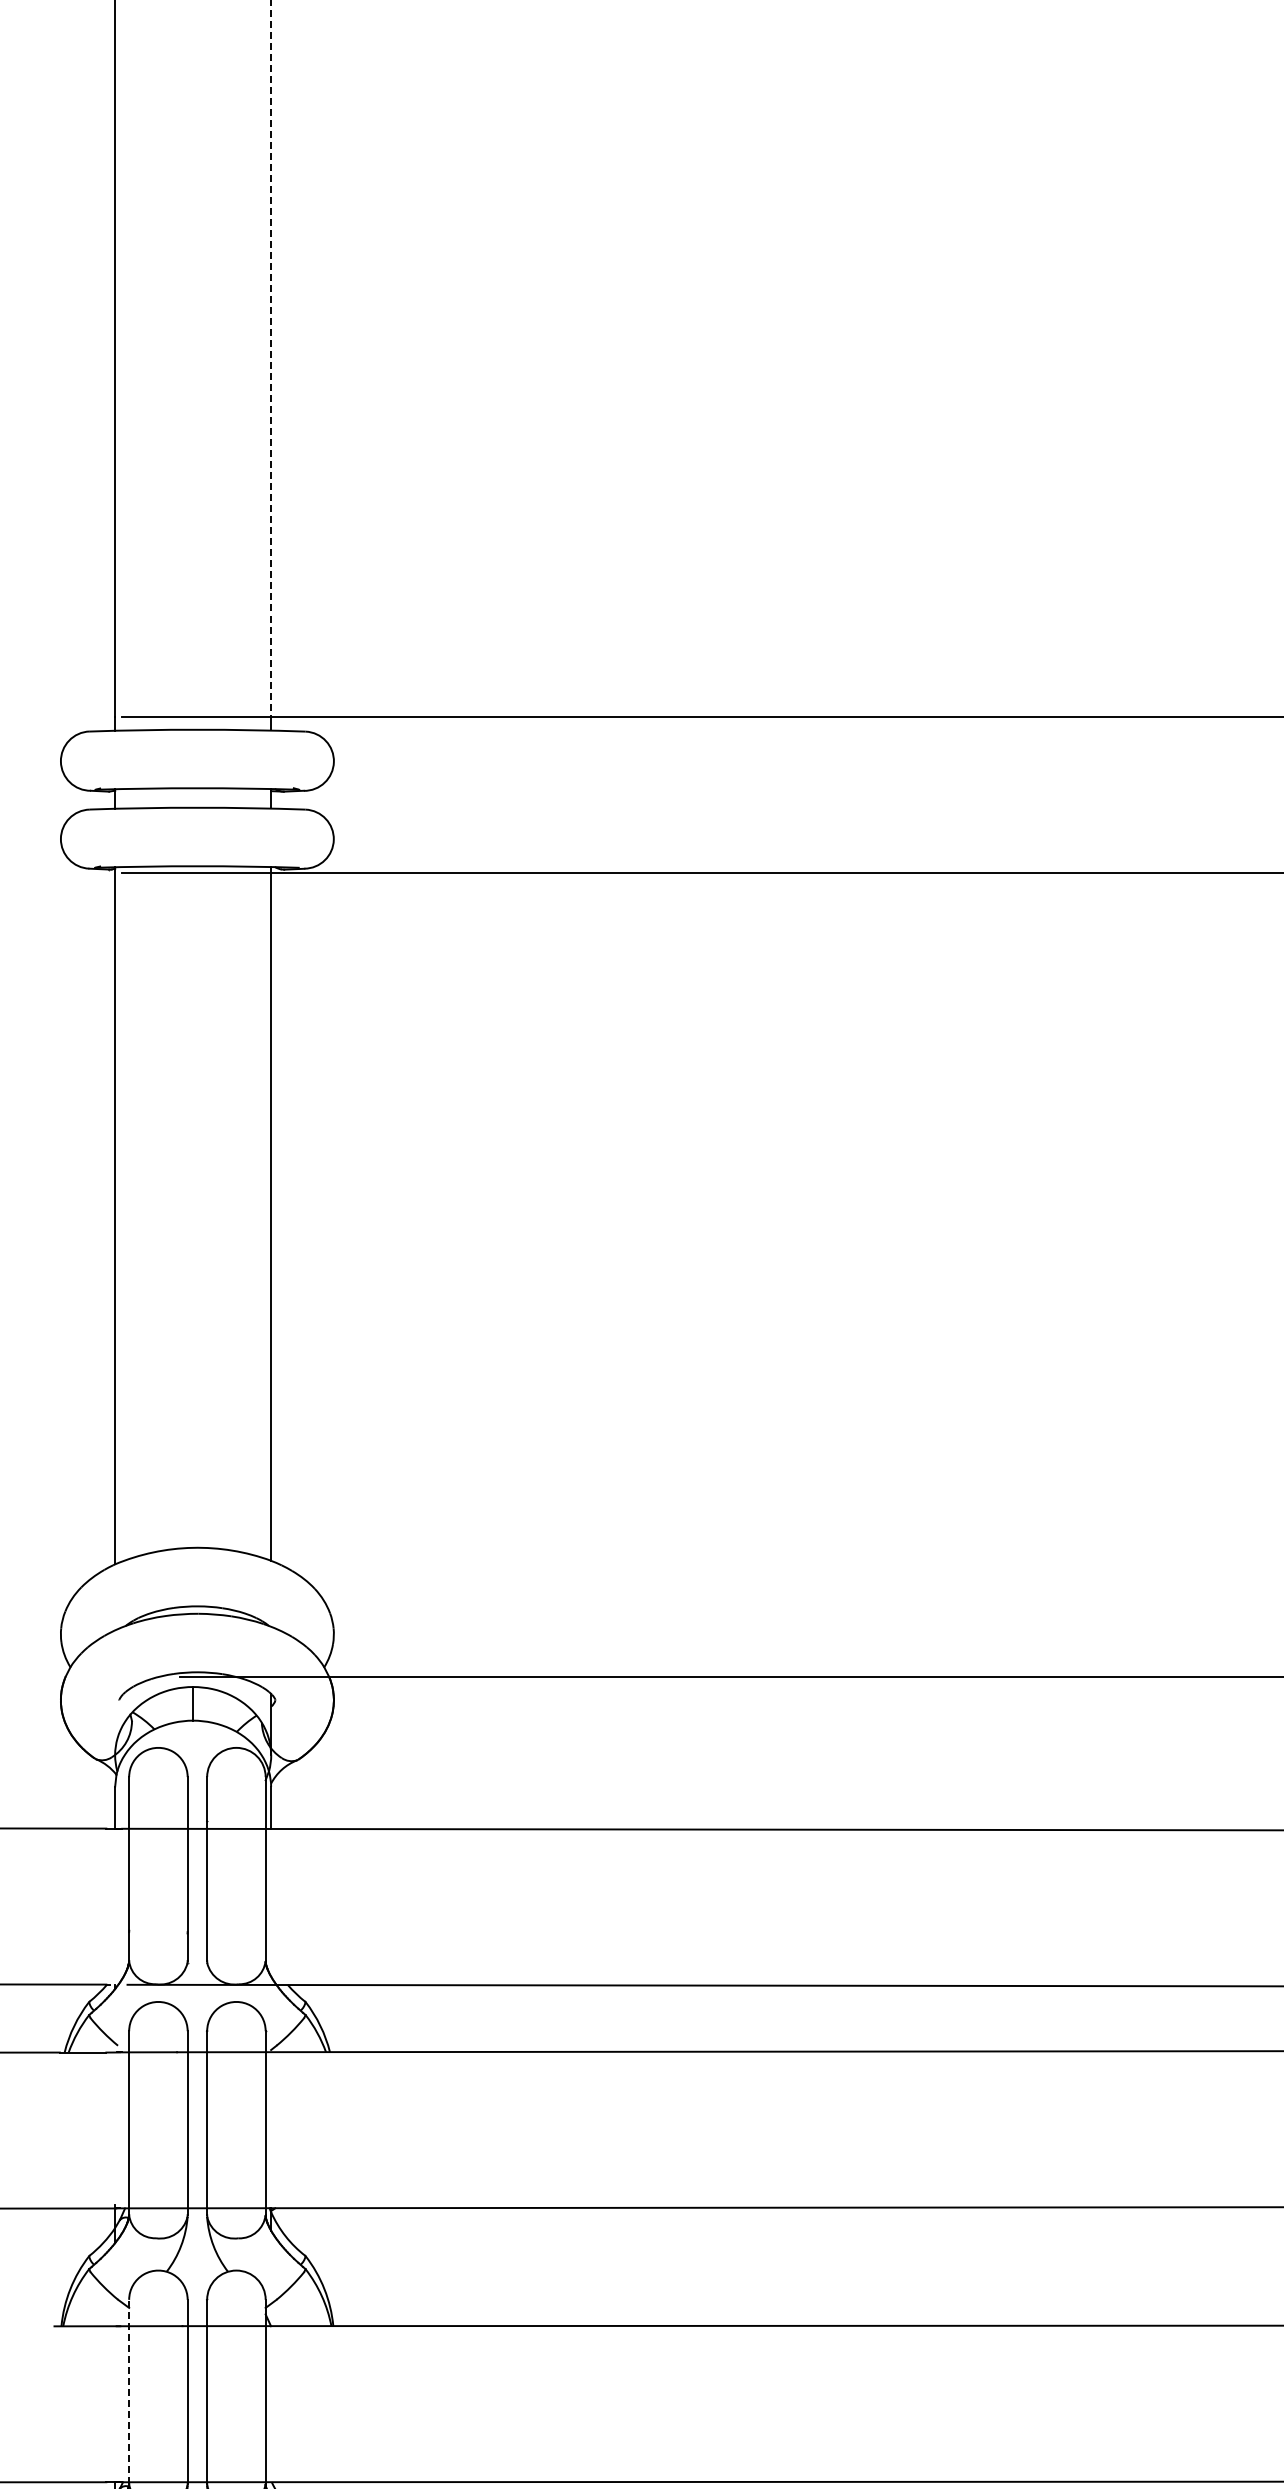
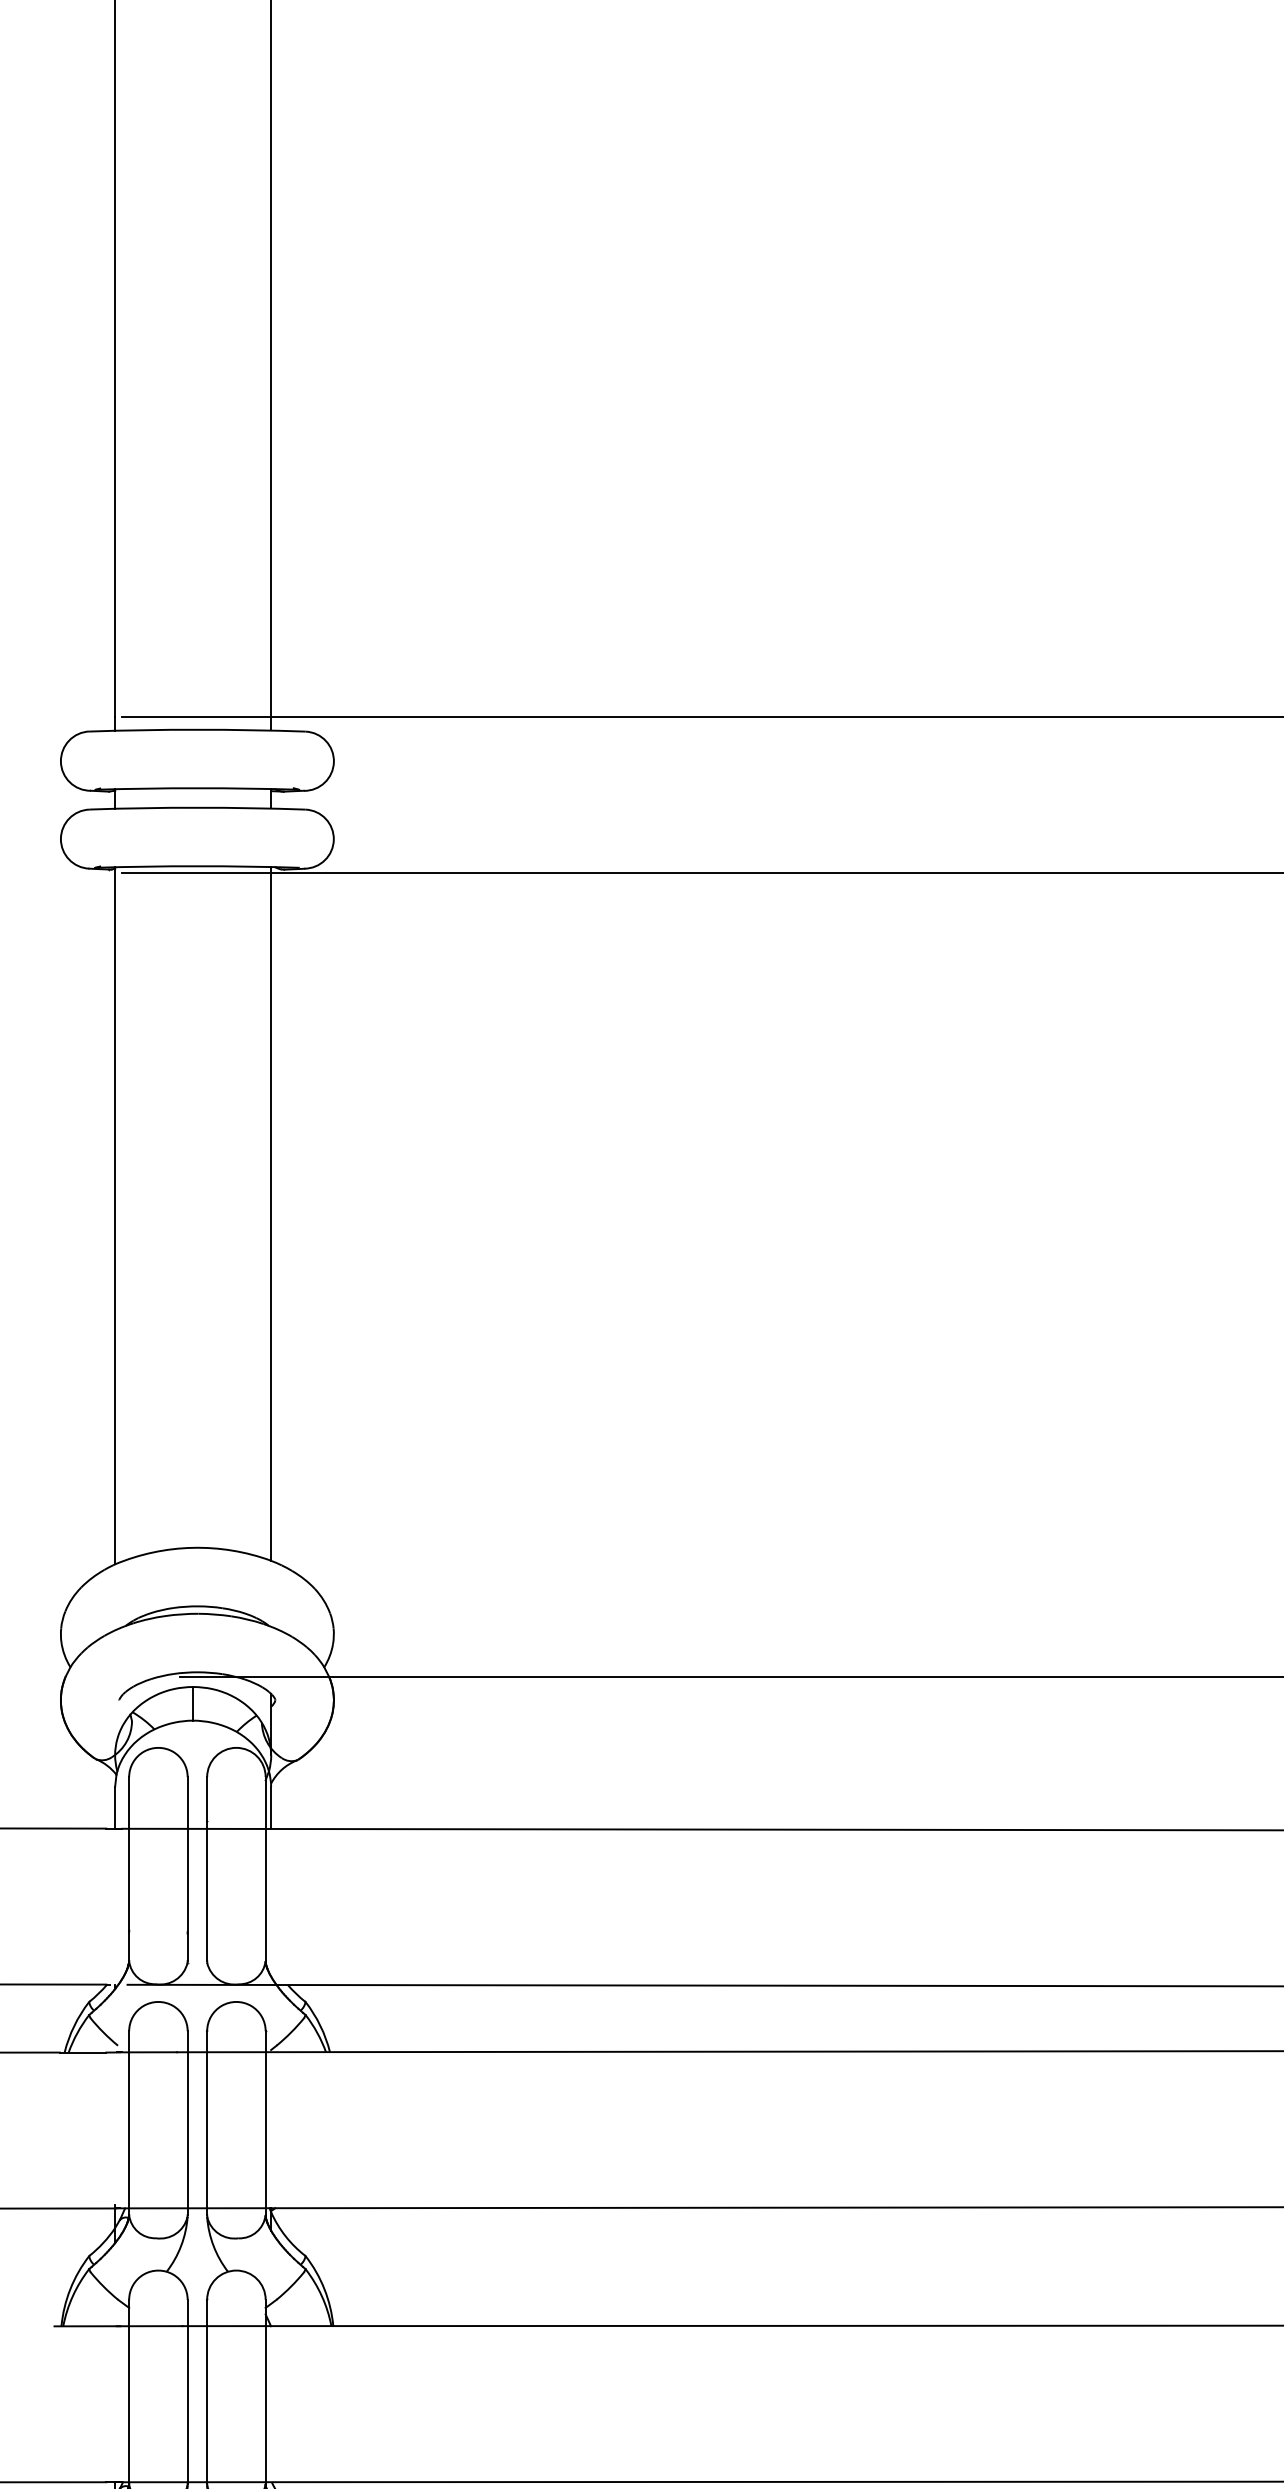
line at (271, 359): dashed -> solid
line at (129, 2391): dashed -> solid
